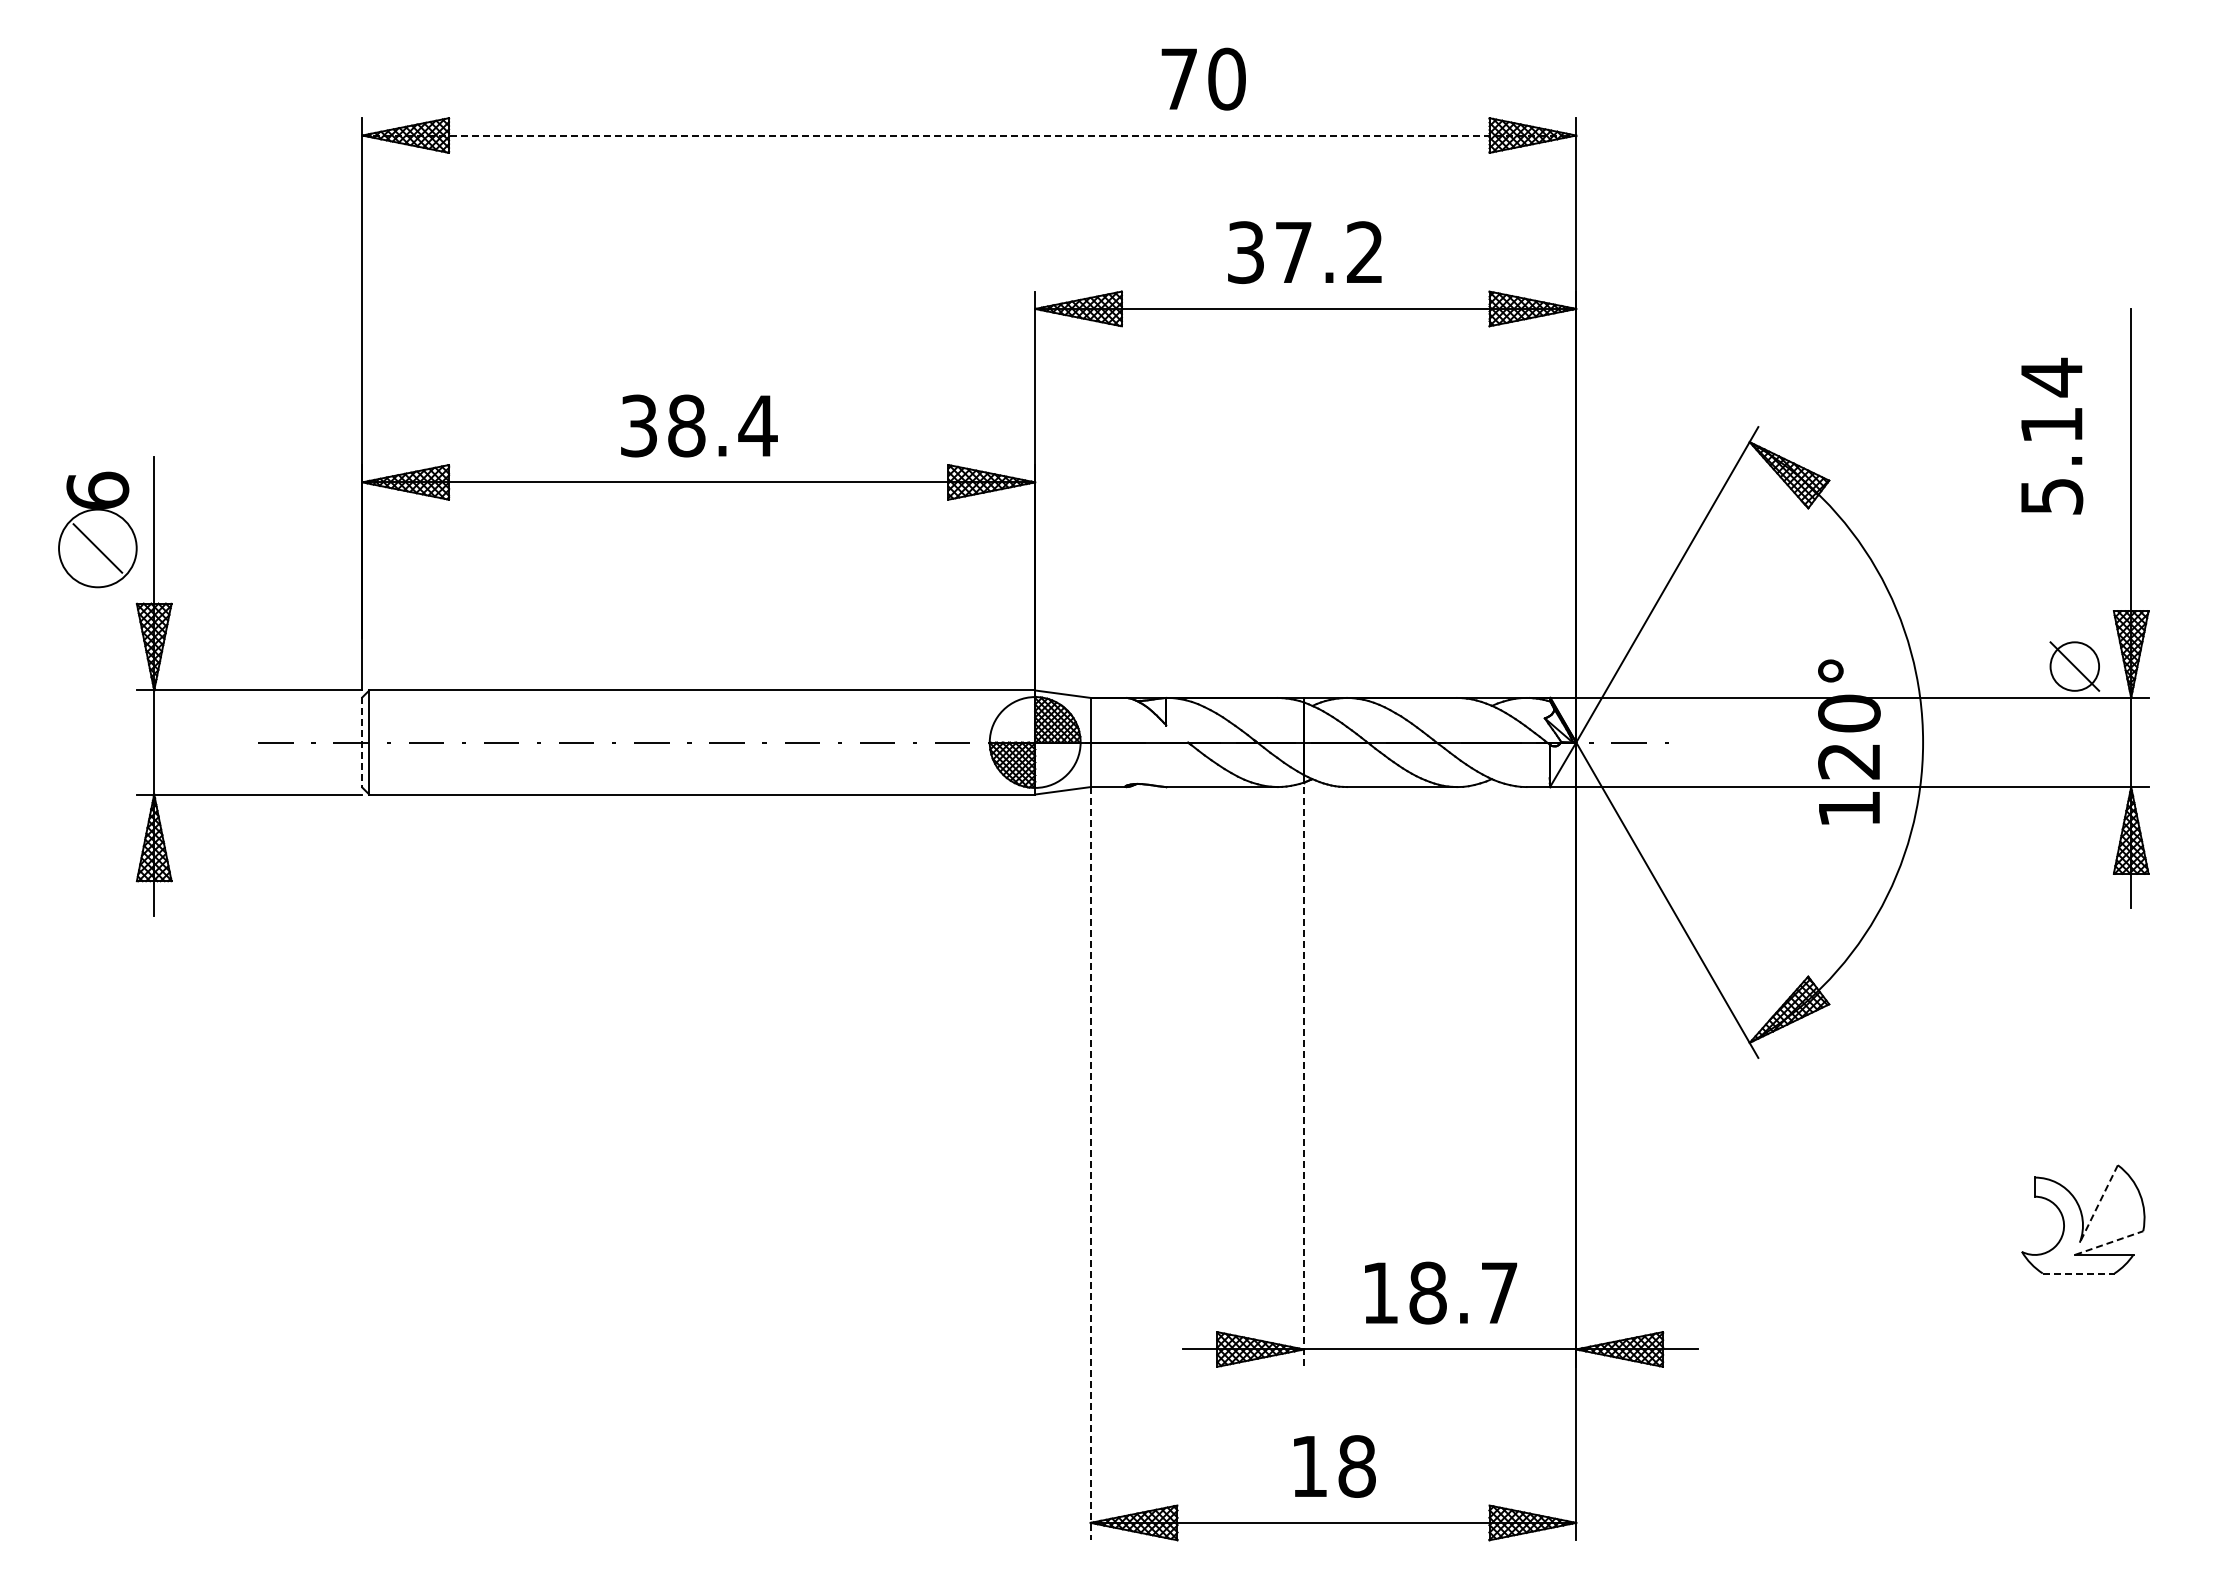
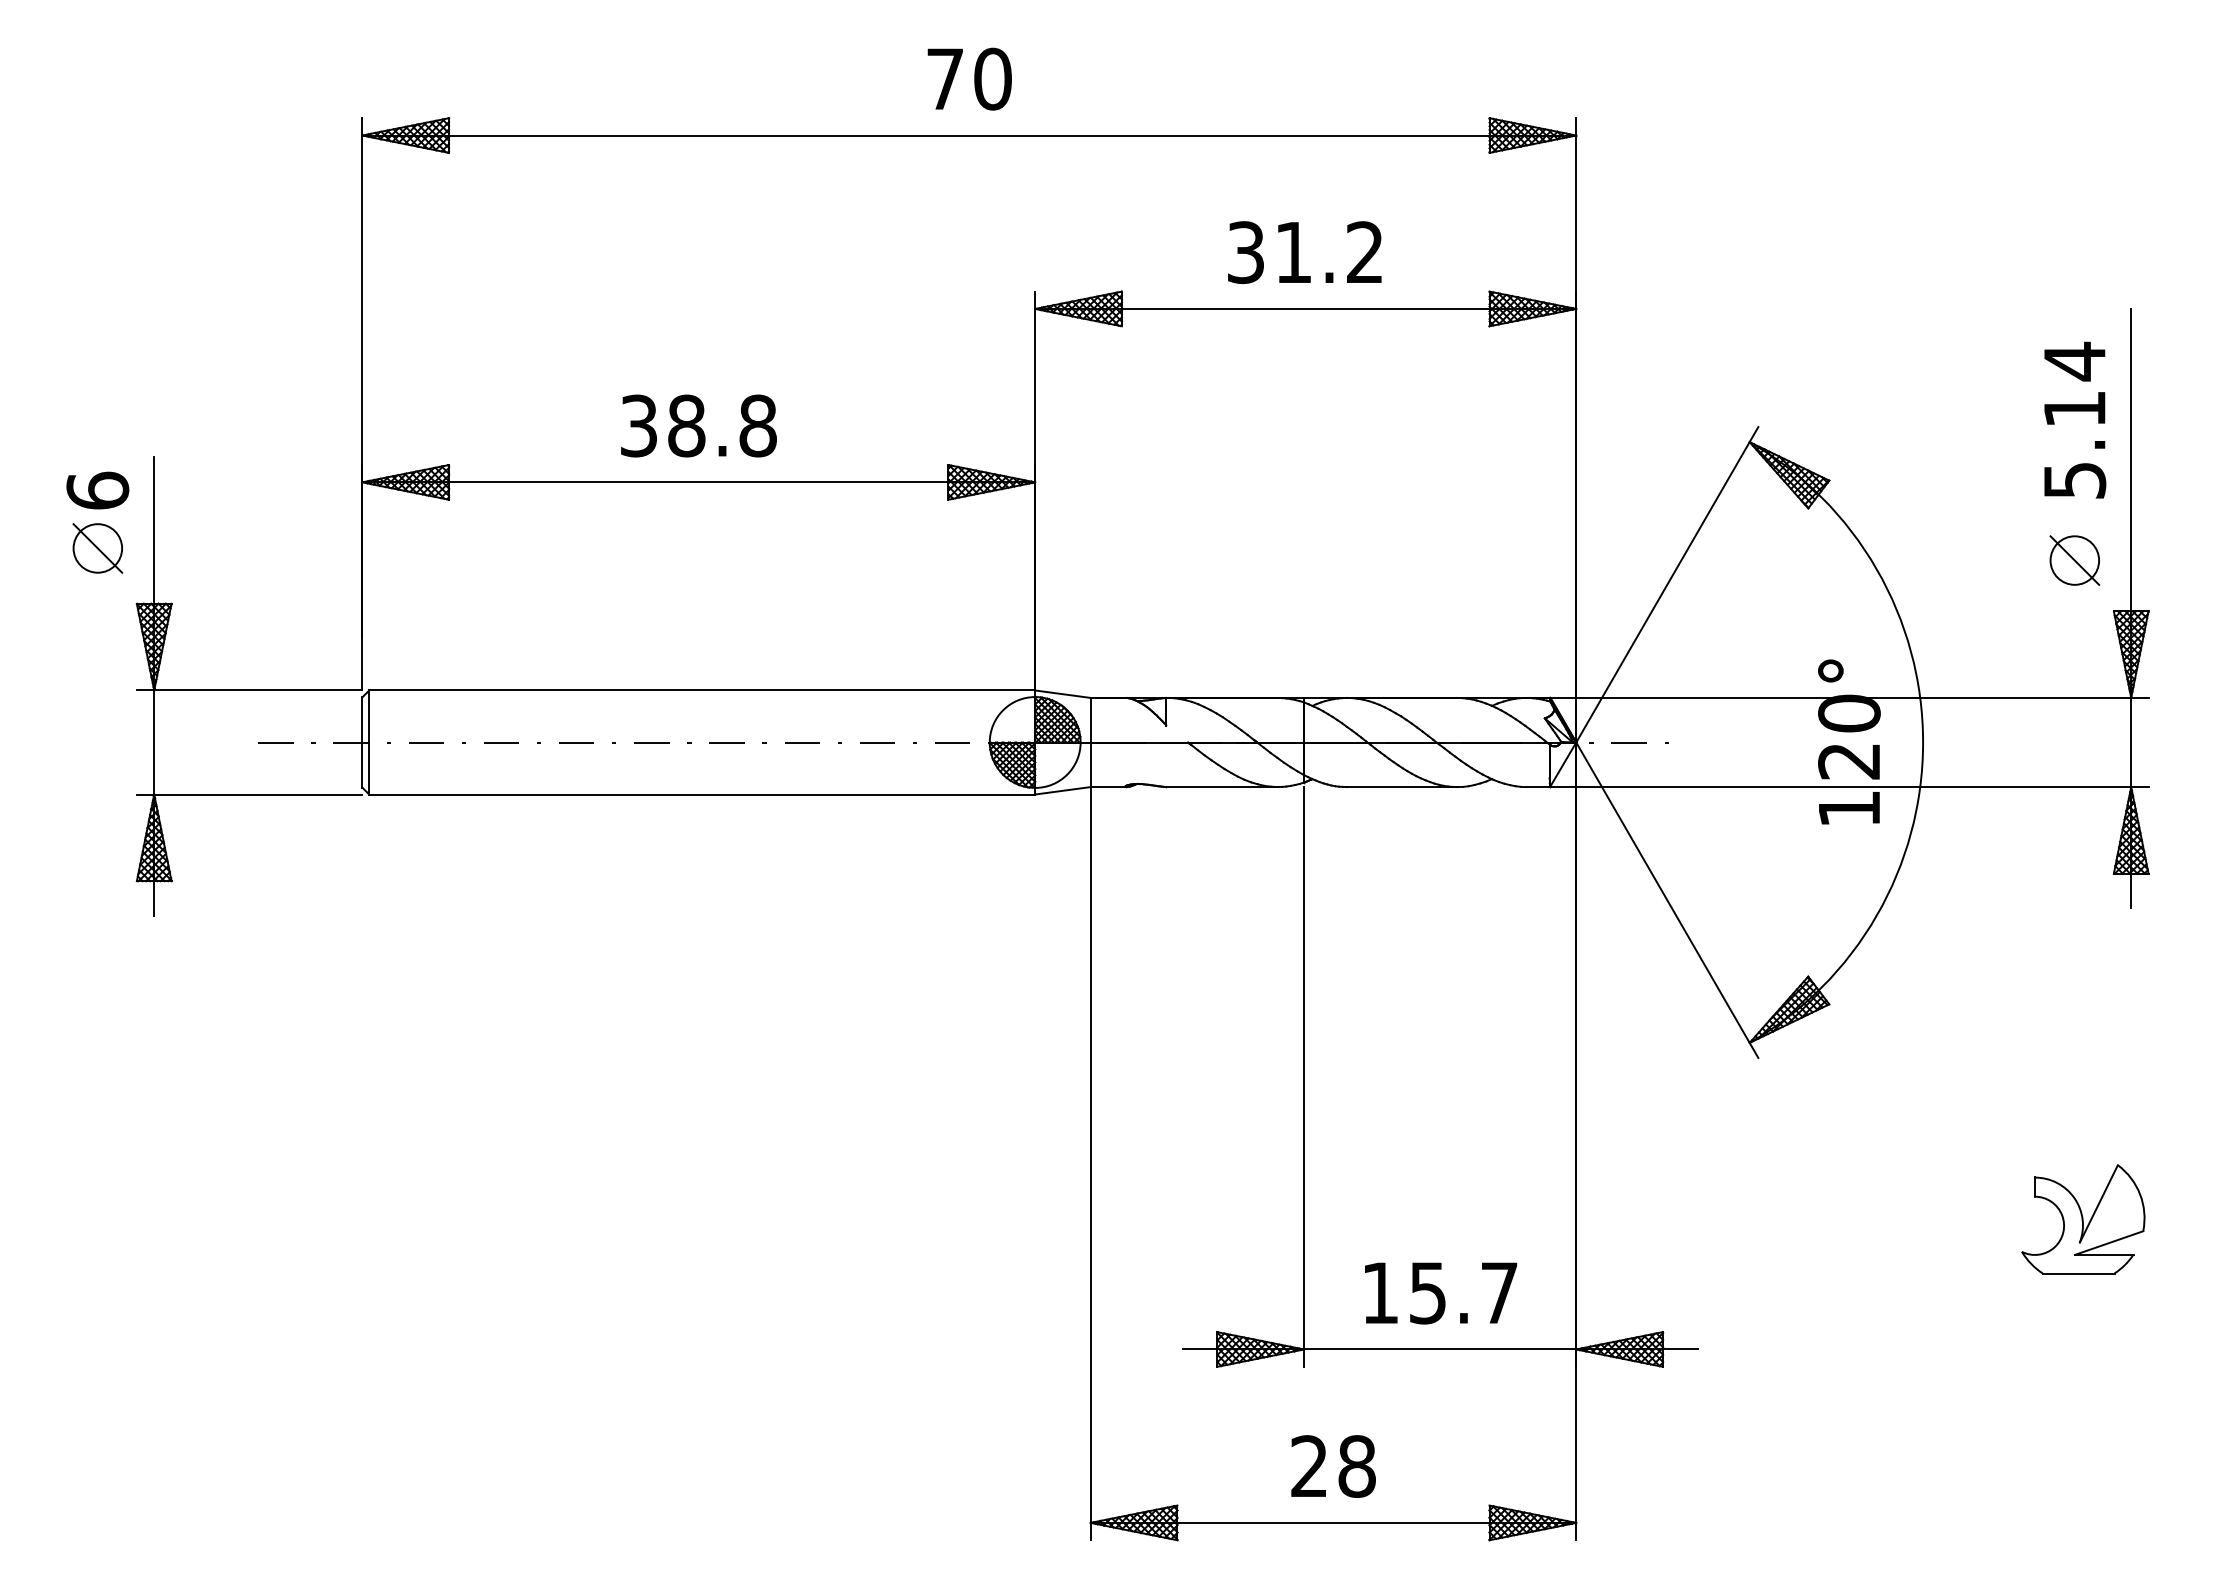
text at (1203, 78) position: (1203, 78) -> (969, 78)
line at (969, 135): dashed -> solid
text at (1293, 252): 37.2 -> 31.2
text at (757, 425): 38.4 -> 38.8
text at (2052, 435) position: (2052, 435) -> (2075, 419)
circle at (97, 548) diameter: 78 px -> 49 px
part at (2074, 666) position: (2074, 666) -> (2074, 560)
line at (362, 743): dashed -> solid
line at (1304, 1076): dashed -> solid
line at (1090, 1163): dashed -> solid
line at (2098, 1204): dashed -> solid
line at (2109, 1242): dashed -> solid
line at (2078, 1273): dashed -> solid
text at (1427, 1292): 18.7 -> 15.7
text at (1308, 1465): 18 -> 28
